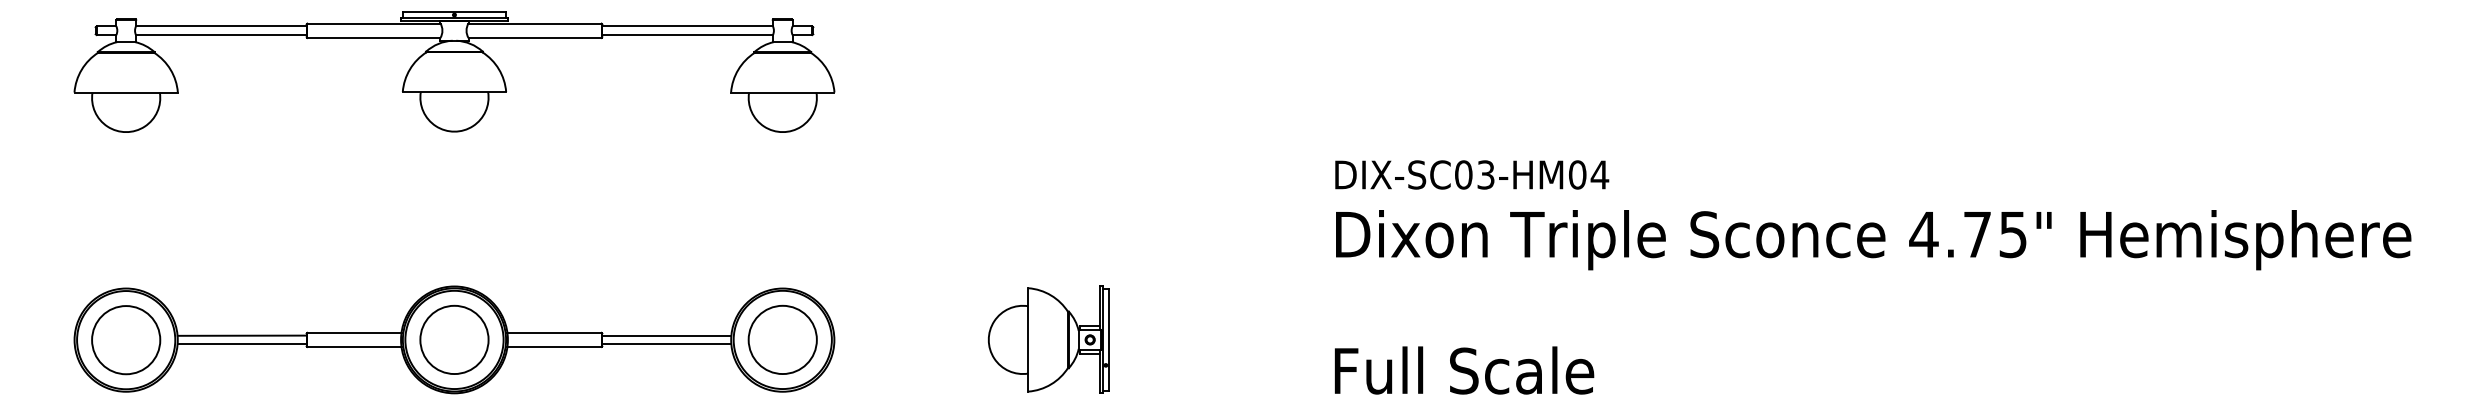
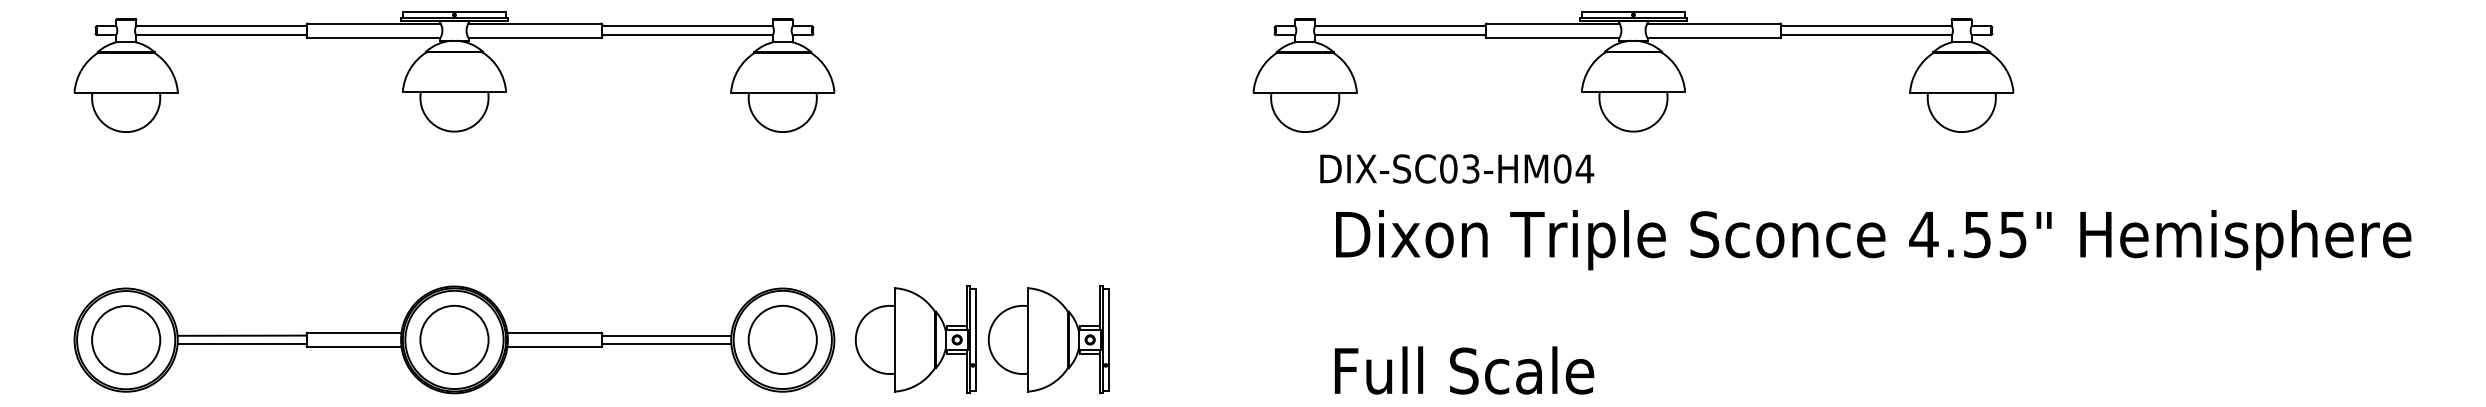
part at (1633, 71): none -> present
text at (1472, 174) position: (1472, 174) -> (1457, 168)
text at (1977, 235): 4.75" -> 4.55"
part at (915, 339): none -> present
